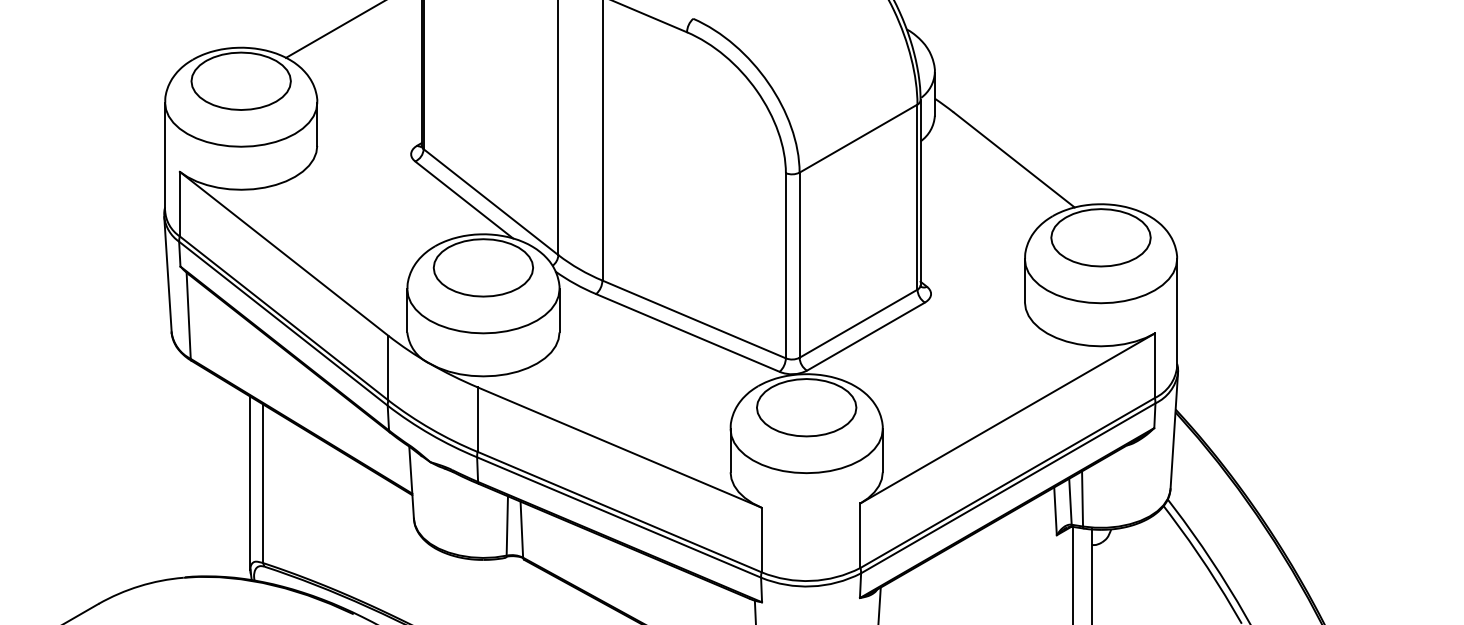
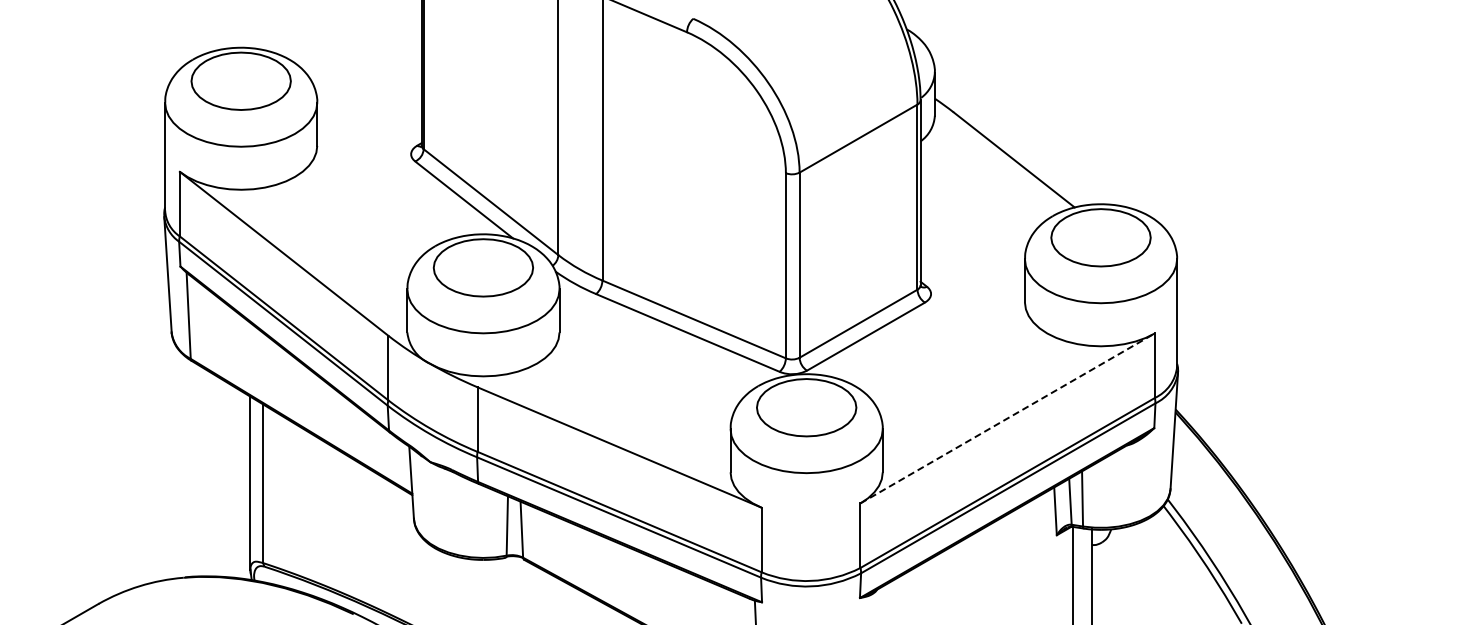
line at (333, 29): present -> none
line at (1007, 418): solid -> dashed
line at (879, 604): present -> none
